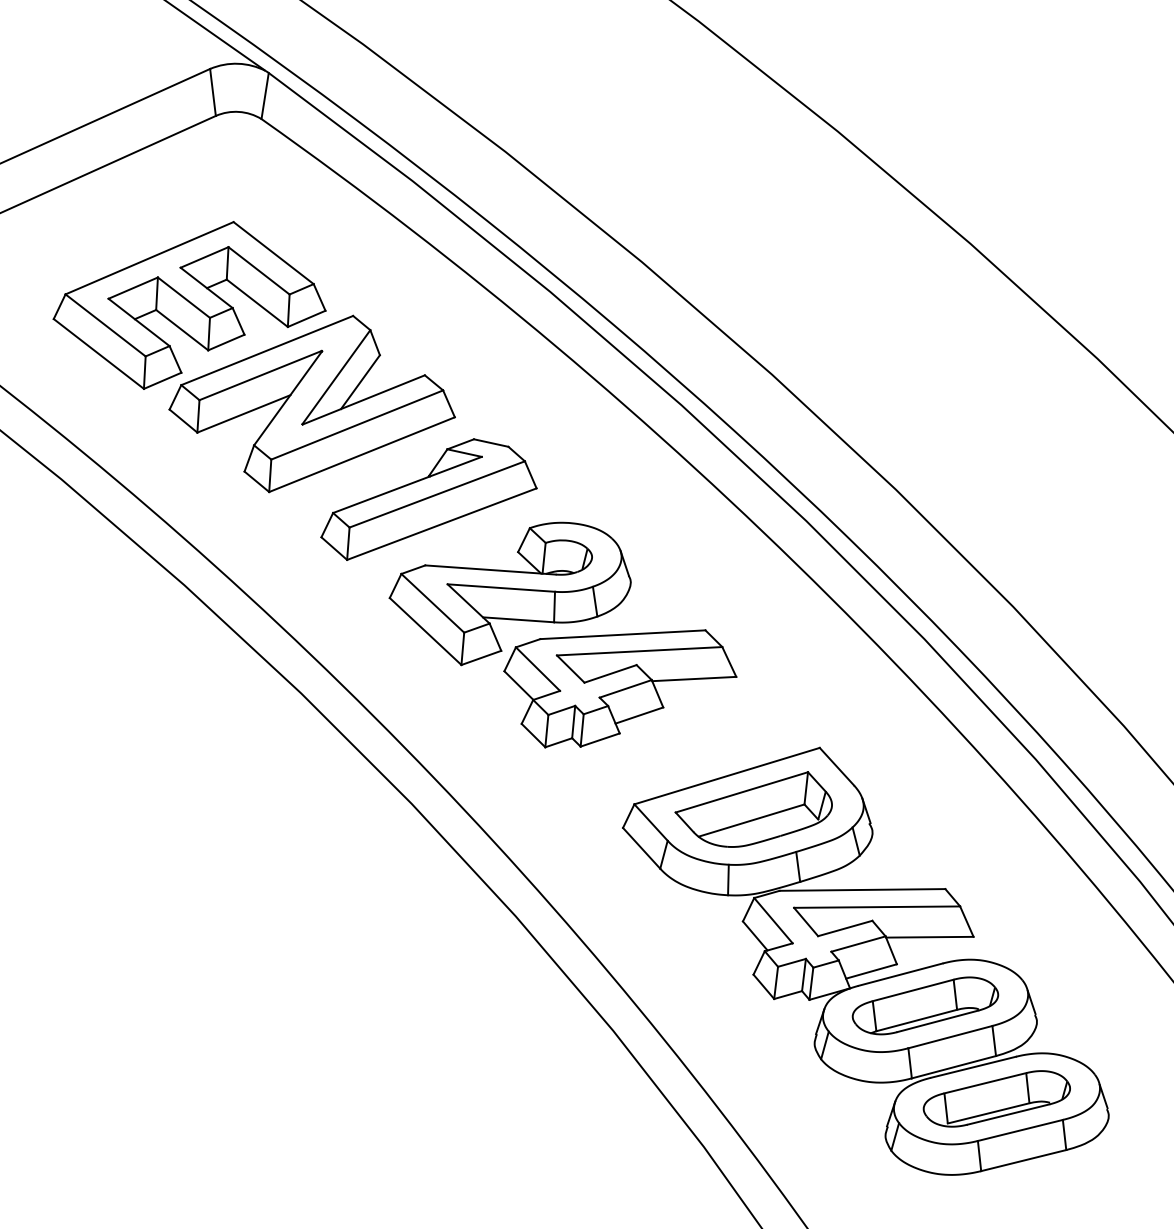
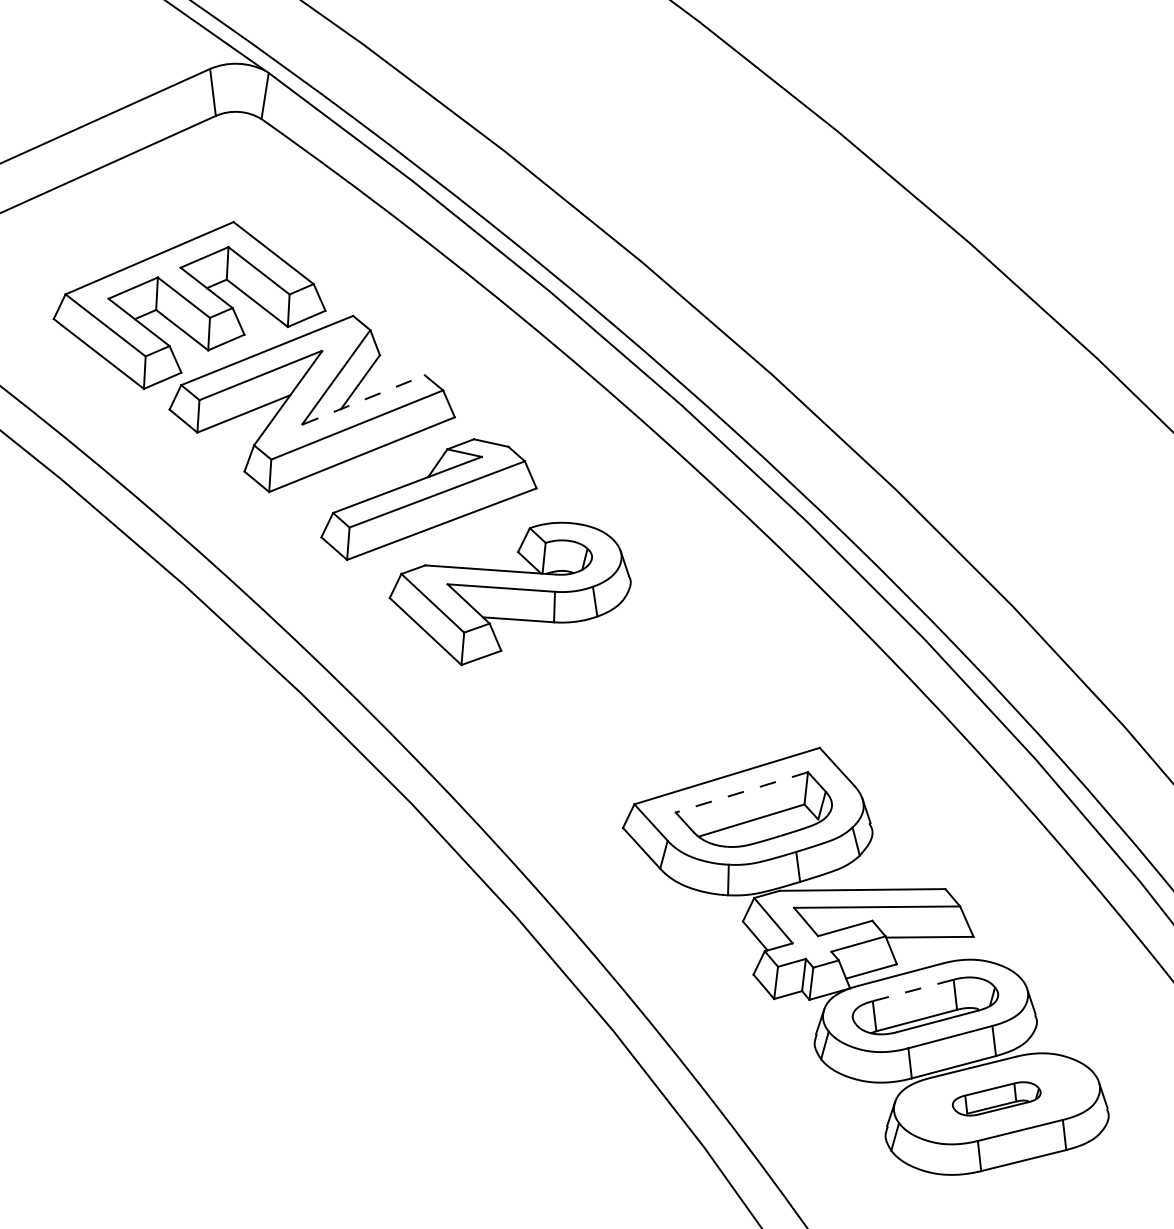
line at (363, 399): solid -> dashed
part at (620, 688): present -> none
line at (741, 792): solid -> dashed
line at (913, 990): solid -> dashed
part at (996, 1098) size: 149x58 px -> 90x36 px
